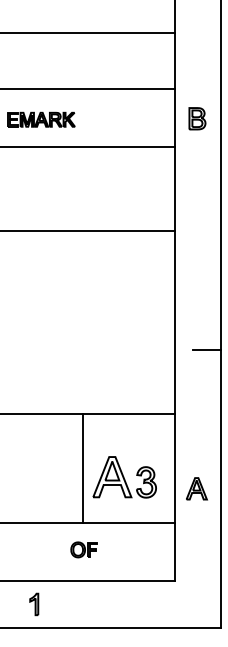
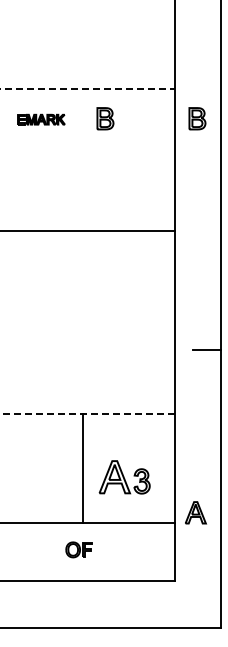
line at (88, 32): present -> none
line at (87, 88): solid -> dashed
part at (105, 118): none -> present
part at (41, 119) size: 69x17 px -> 49x13 px
line at (88, 147): present -> none
line at (87, 414): solid -> dashed
part at (124, 477) size: 65x43 px -> 53x35 px
part at (196, 488) position: (196, 488) -> (195, 512)
part at (83, 549) position: (83, 549) -> (78, 549)
part at (34, 604): present -> none
